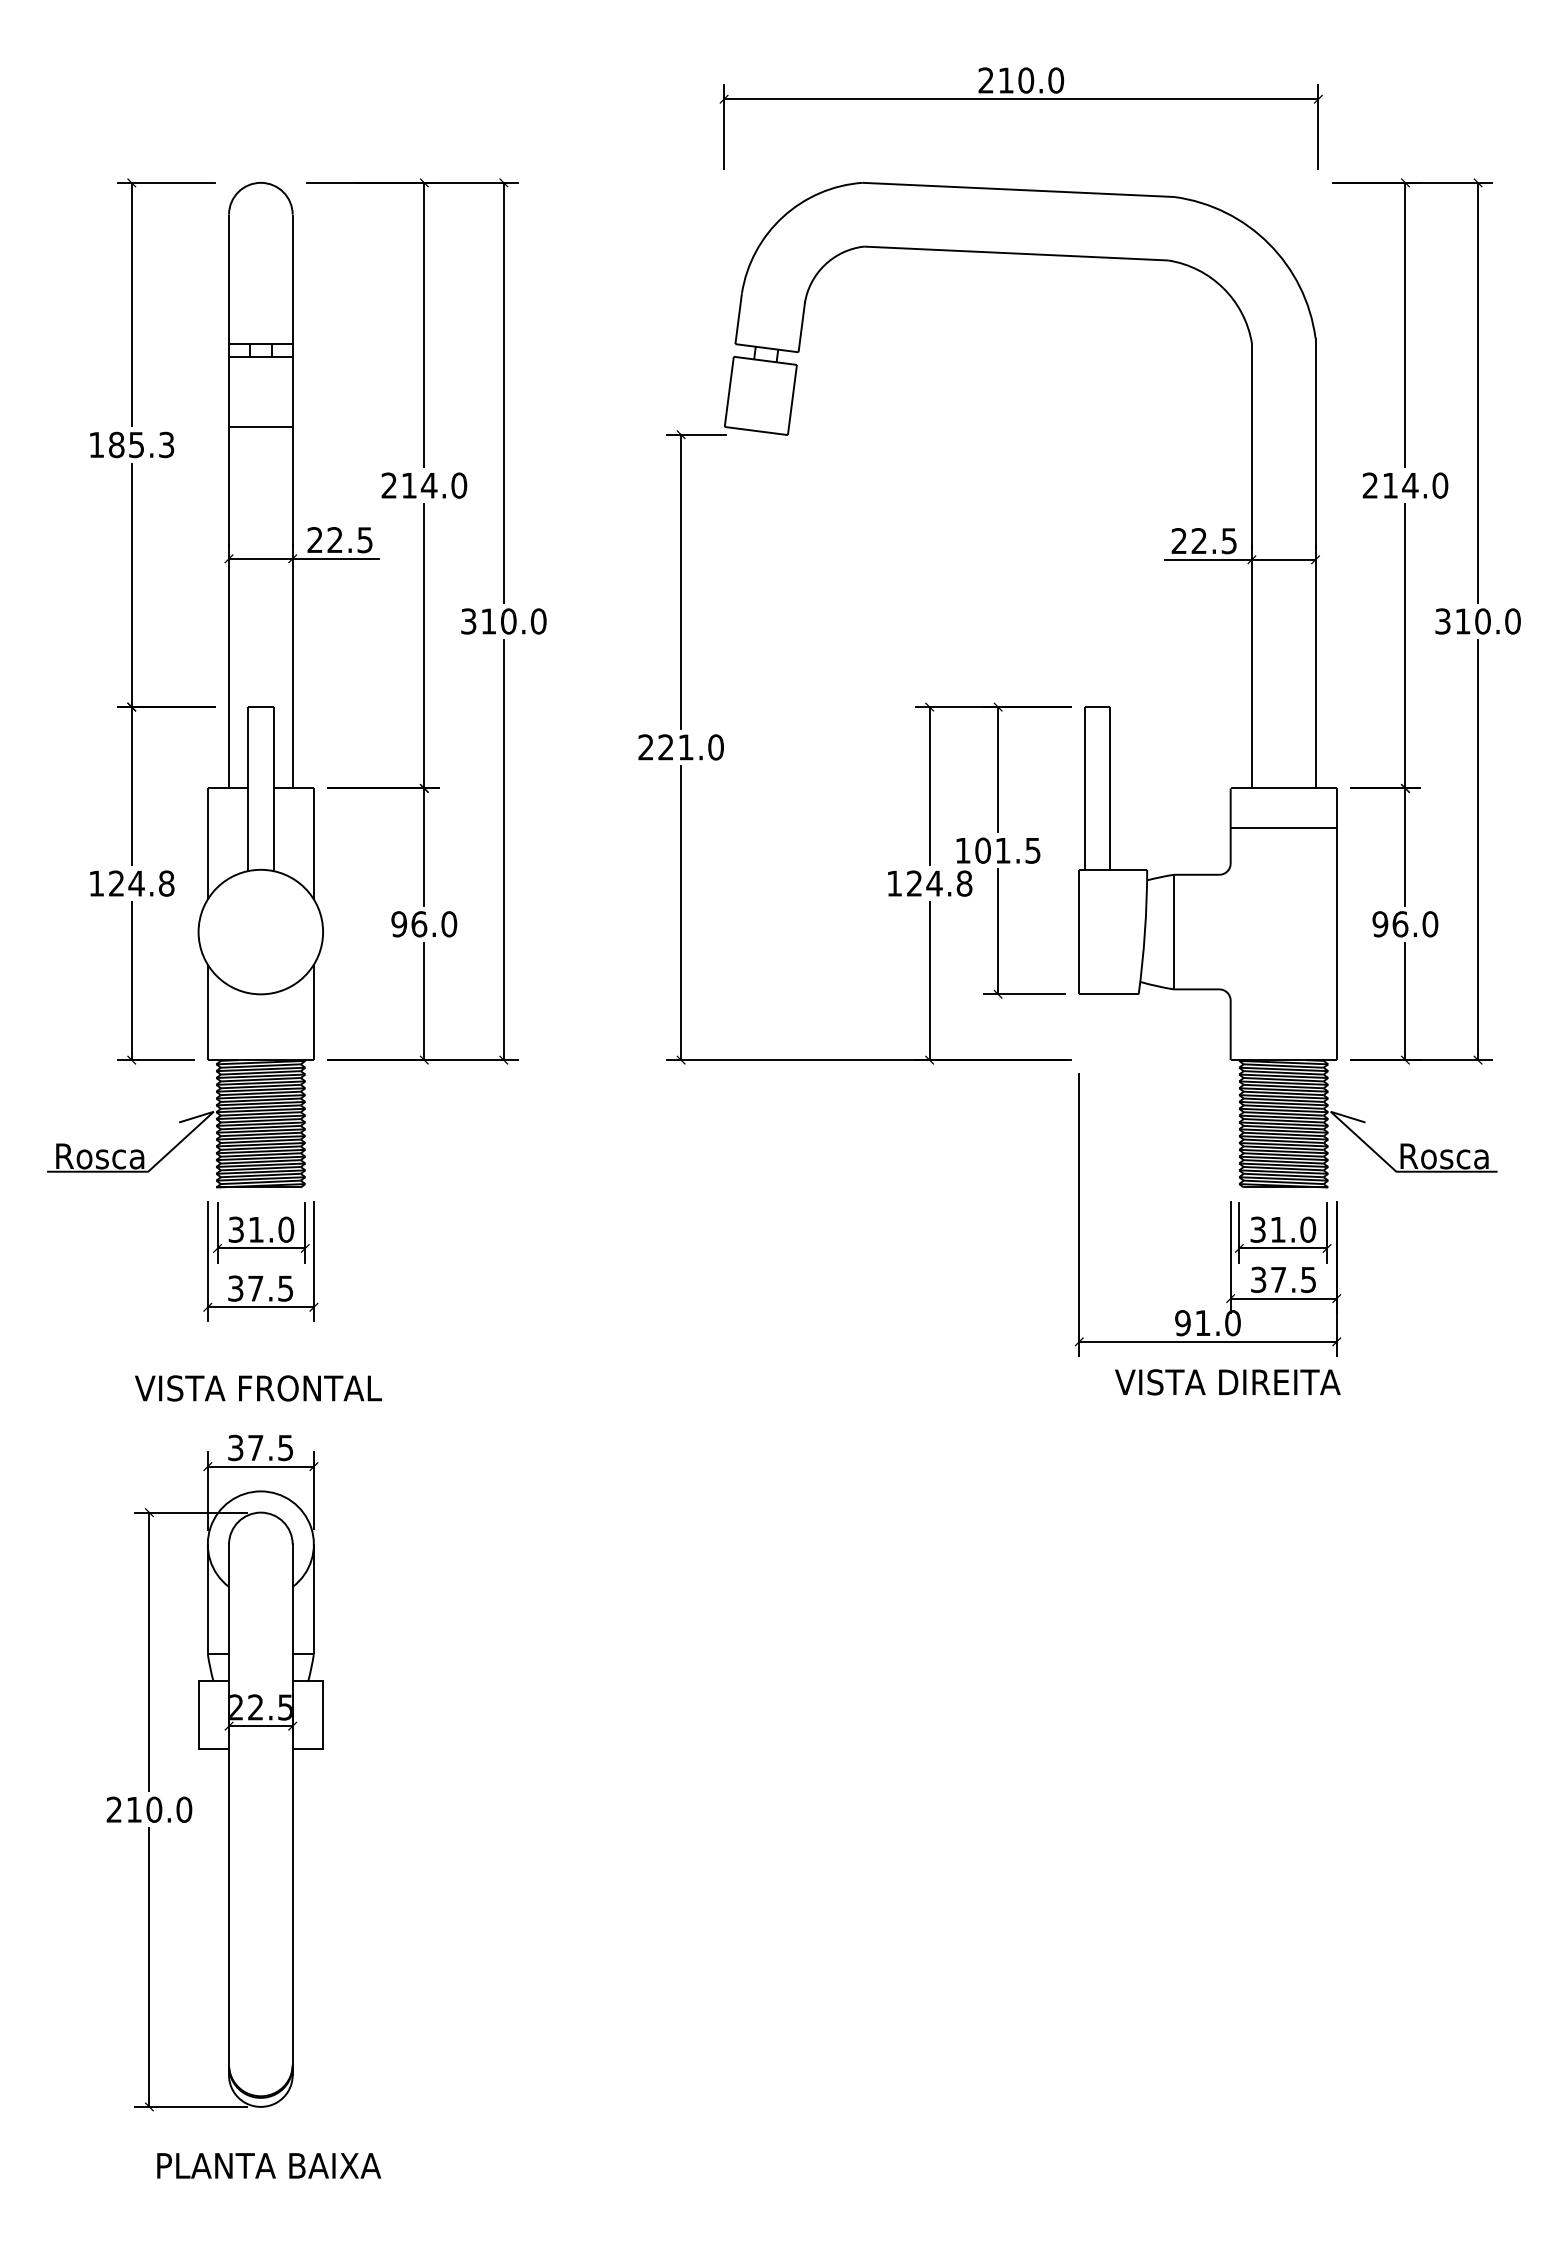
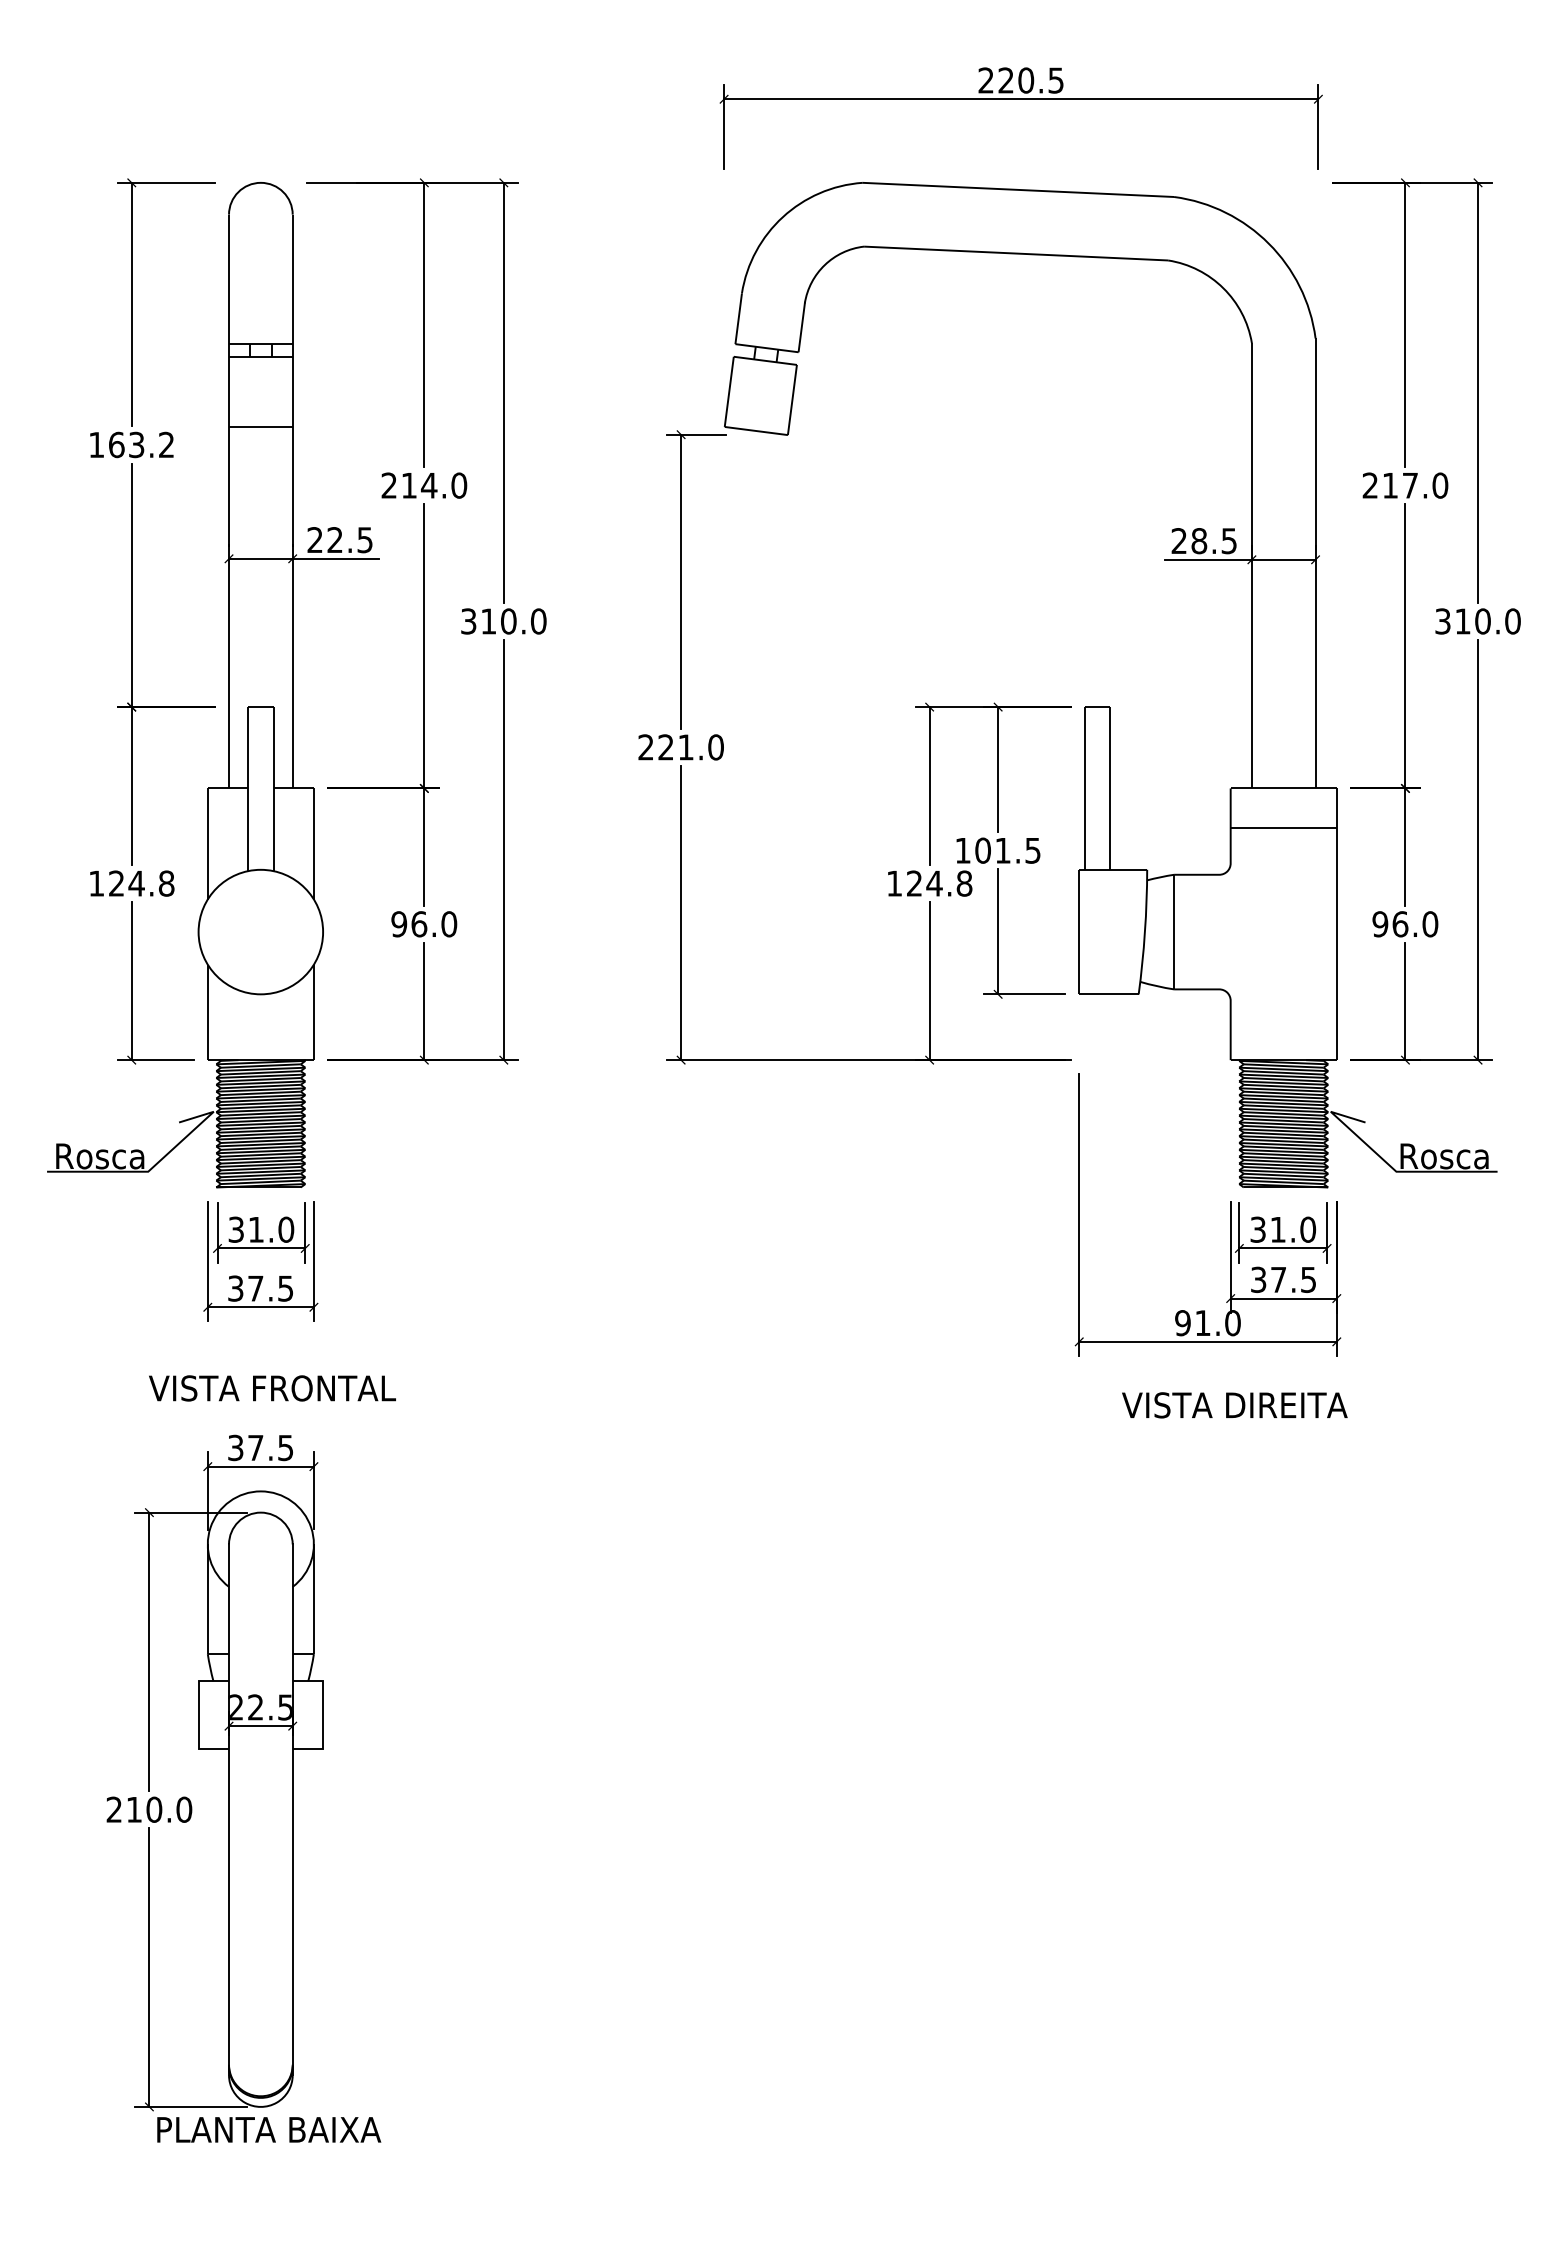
text at (1031, 80): 210.0 -> 220.5
text at (141, 444): 185.3 -> 163.2
text at (1410, 485): 214.0 -> 217.0
text at (1199, 541): 22.5 -> 28.5
text at (1227, 1382) position: (1227, 1382) -> (1234, 1405)
text at (258, 1388) position: (258, 1388) -> (272, 1388)
text at (269, 2165) position: (269, 2165) -> (269, 2129)
